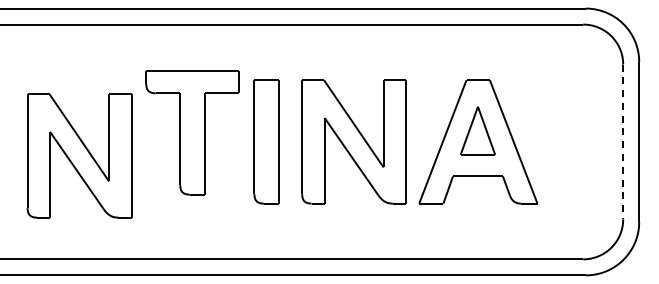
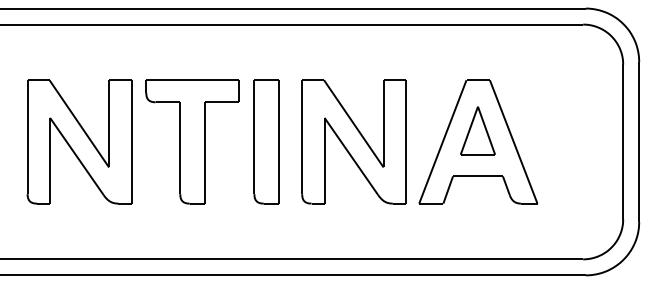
part at (192, 132) position: (192, 132) -> (192, 141)
line at (623, 142): dashed -> solid
part at (79, 155) position: (79, 155) -> (79, 141)
